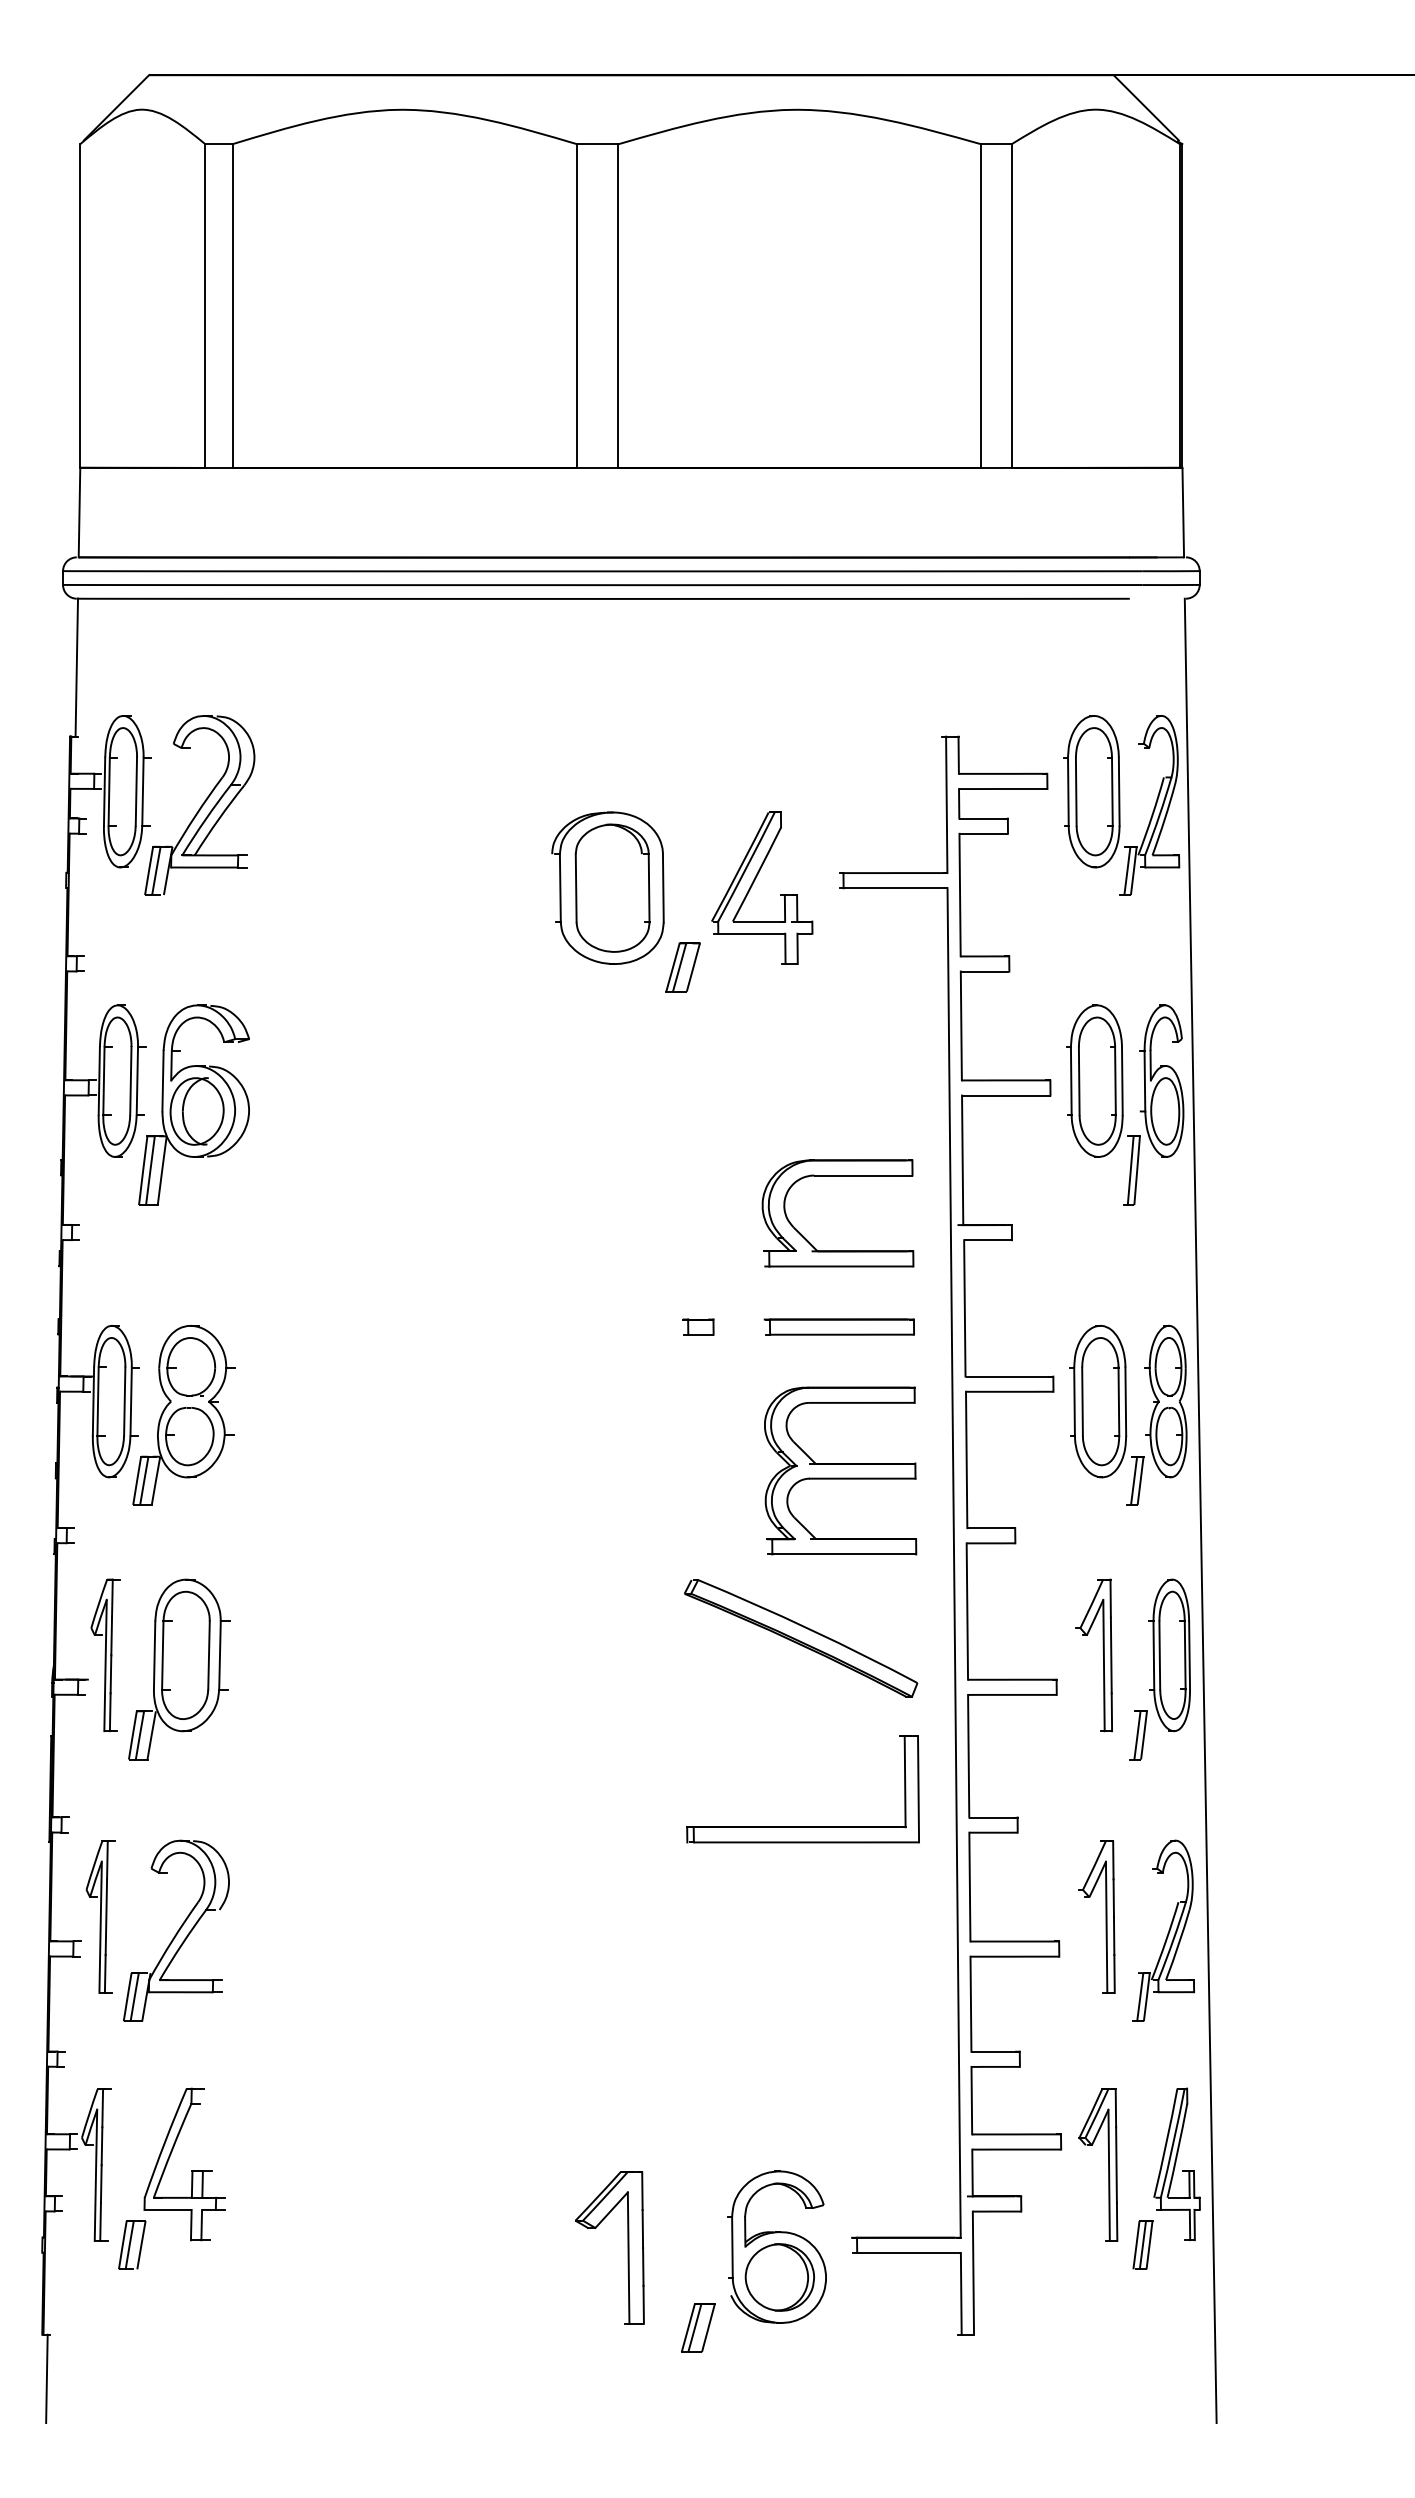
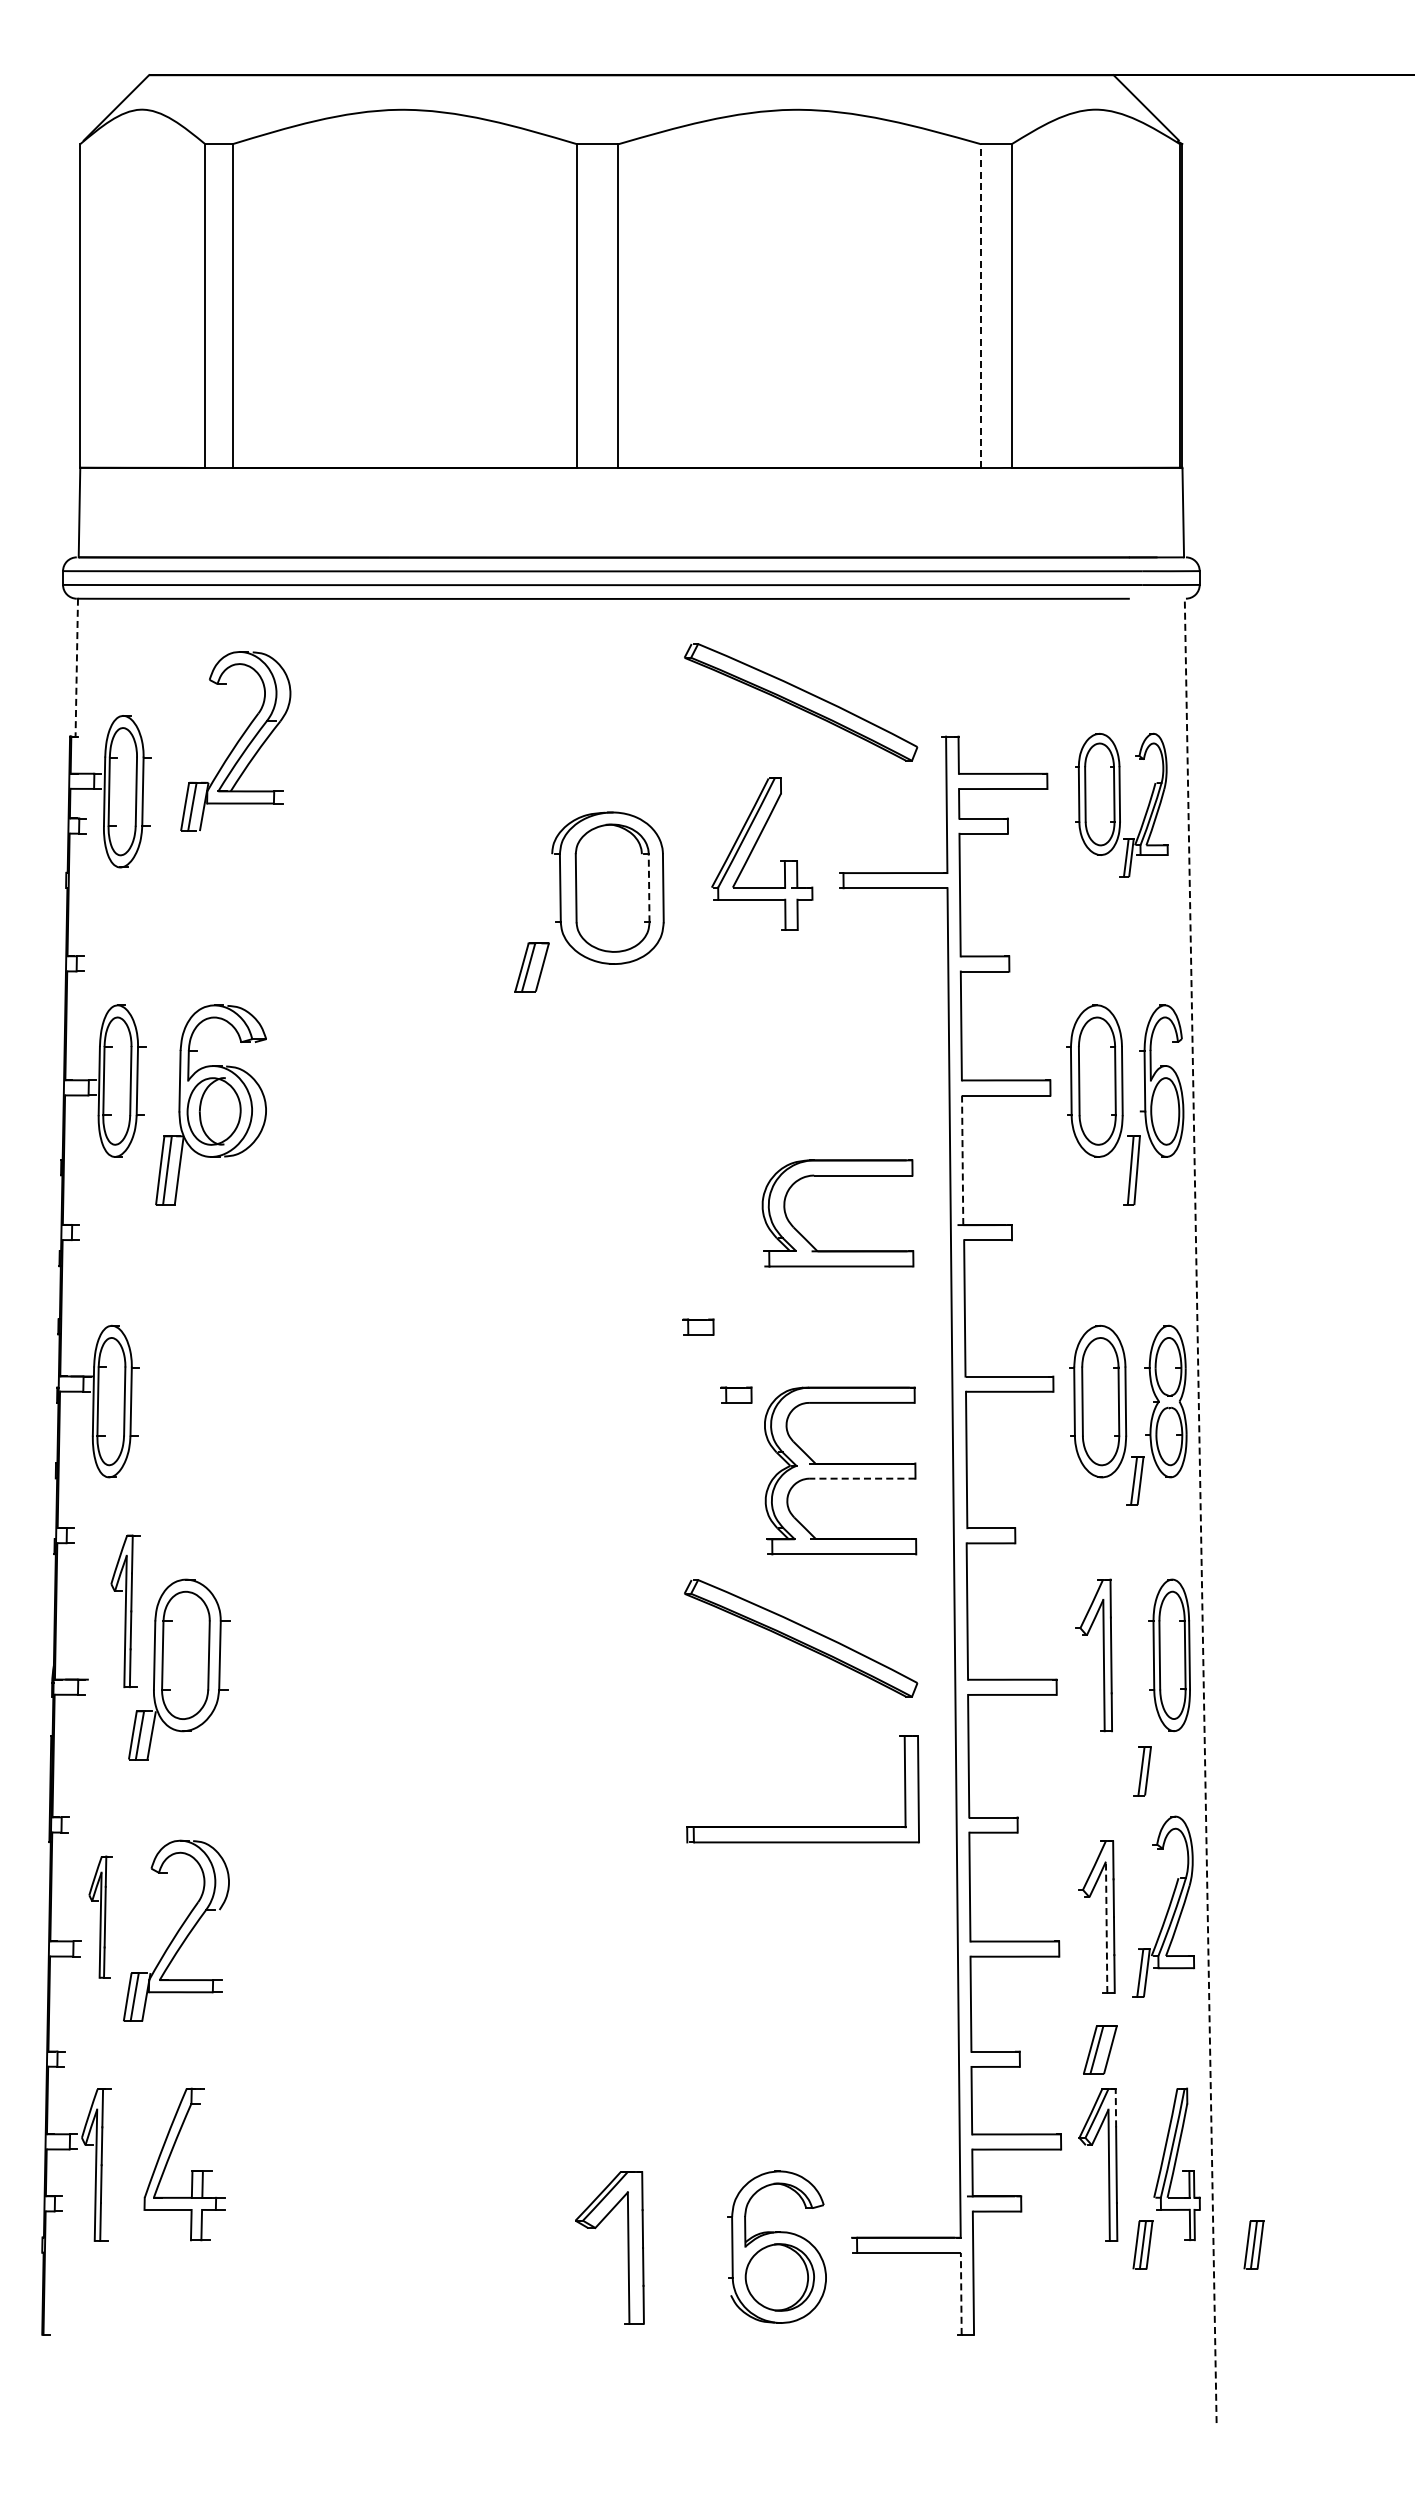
line at (980, 306): solid -> dashed
line at (76, 667): solid -> dashed
part at (801, 702): none -> present
part at (199, 805) position: (199, 805) -> (235, 741)
part at (1121, 805) size: 118x181 px -> 94x146 px
part at (754, 882) position: (754, 882) -> (754, 848)
line at (649, 887): solid -> dashed
part at (682, 967) position: (682, 967) -> (531, 967)
part at (193, 1104) position: (193, 1104) -> (210, 1104)
line at (962, 1160): solid -> dashed
part at (838, 1326): present -> none
part at (736, 1394): none -> present
part at (183, 1415): present -> none
line at (862, 1478): solid -> dashed
line at (1200, 1510): solid -> dashed
part at (105, 1655) position: (105, 1655) -> (125, 1611)
part at (1138, 1735) position: (1138, 1735) -> (1142, 1771)
part at (100, 1916) size: 31x154 px -> 25x124 px
line at (1106, 1927): solid -> dashed
part at (1163, 1930) position: (1163, 1930) -> (1163, 1906)
line at (1115, 2108): solid -> dashed
part at (132, 2244): present -> none
part at (1253, 2244): none -> present
line at (961, 2293): solid -> dashed
part at (698, 2327) position: (698, 2327) -> (1100, 2049)
line at (46, 2378): present -> none
